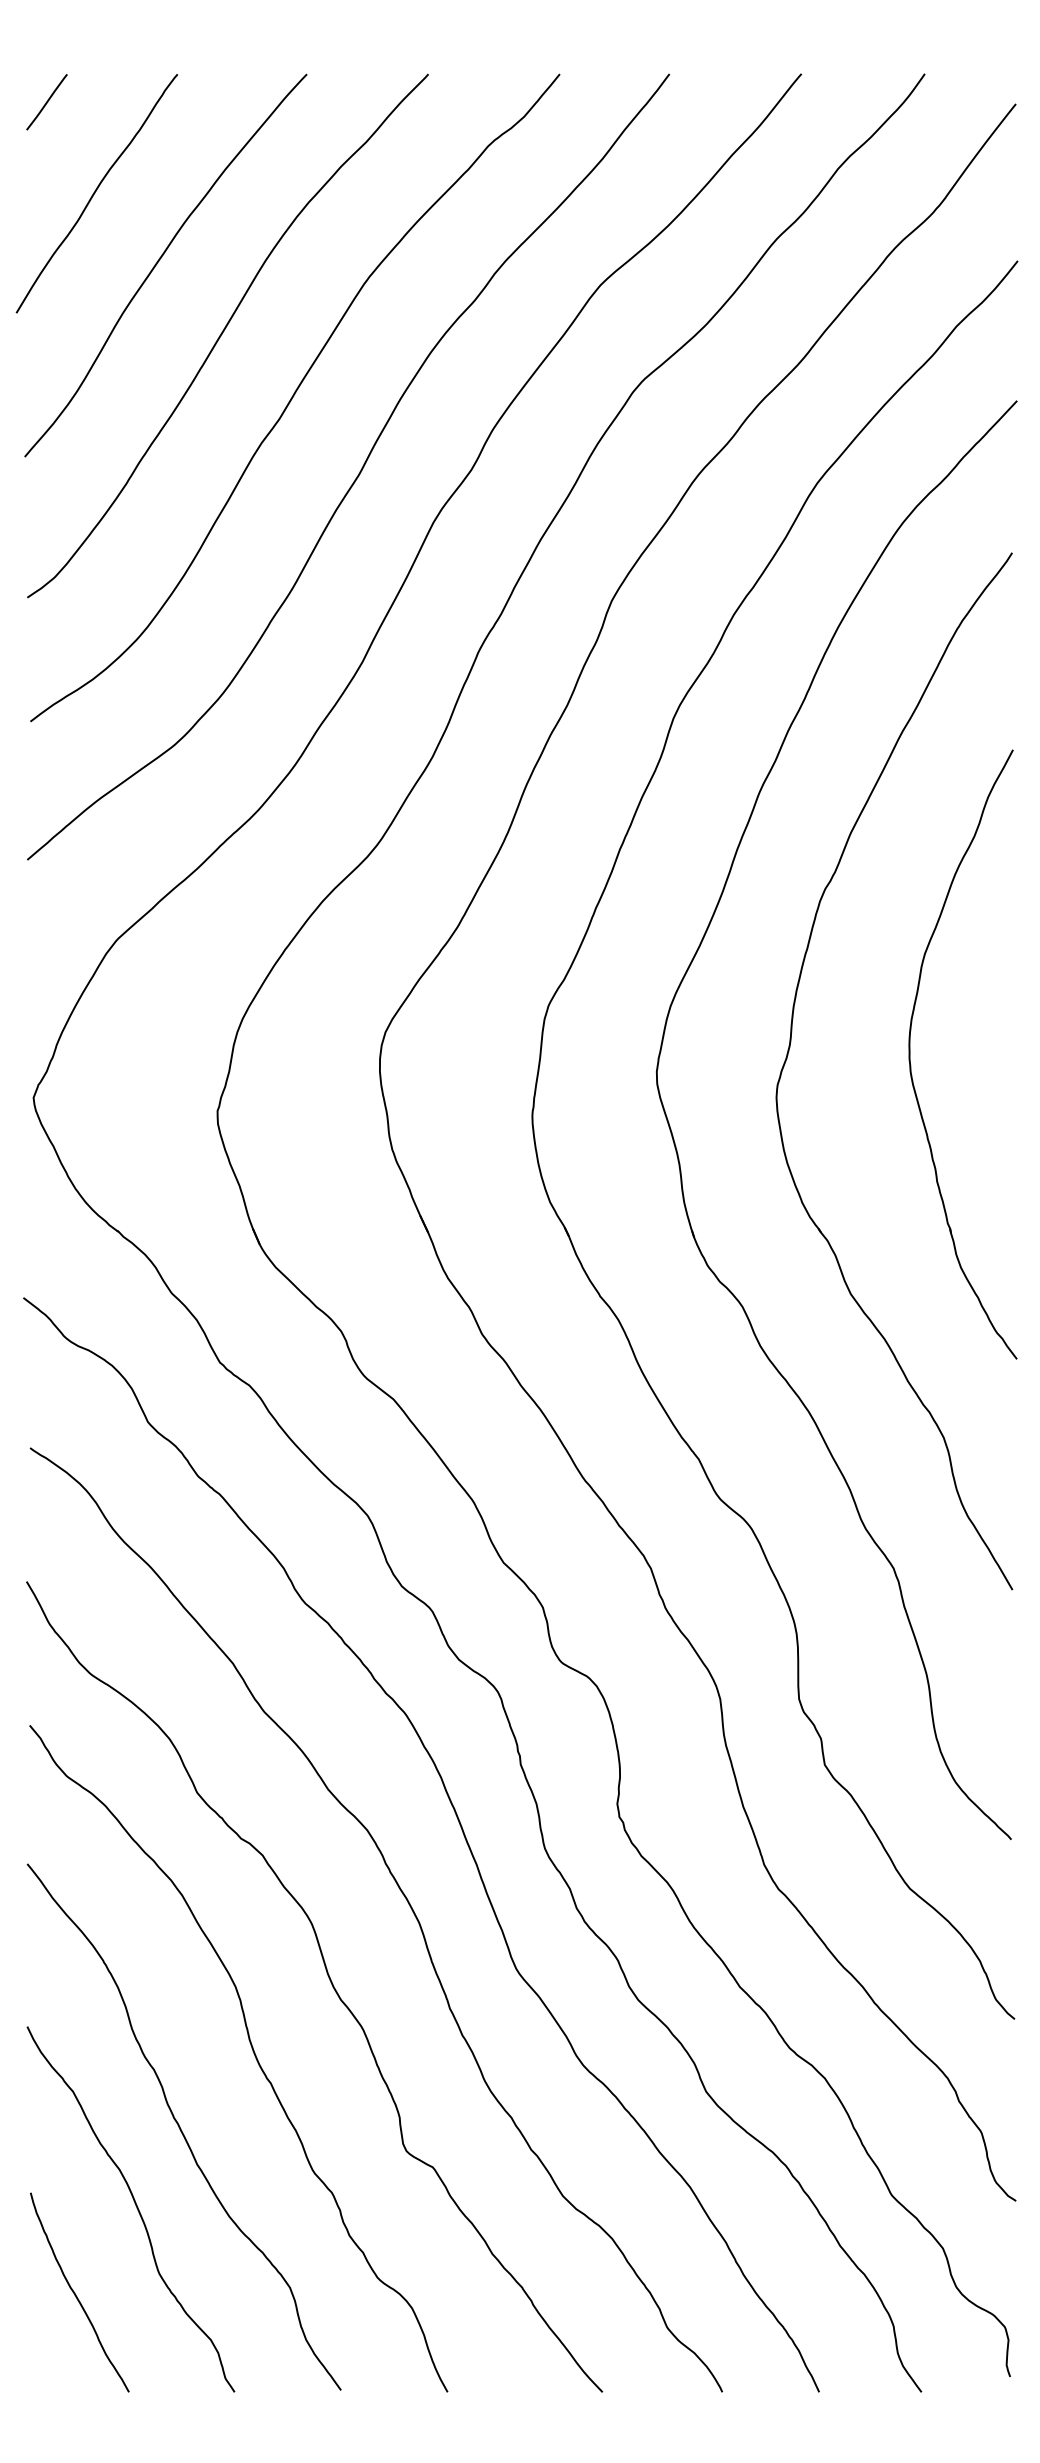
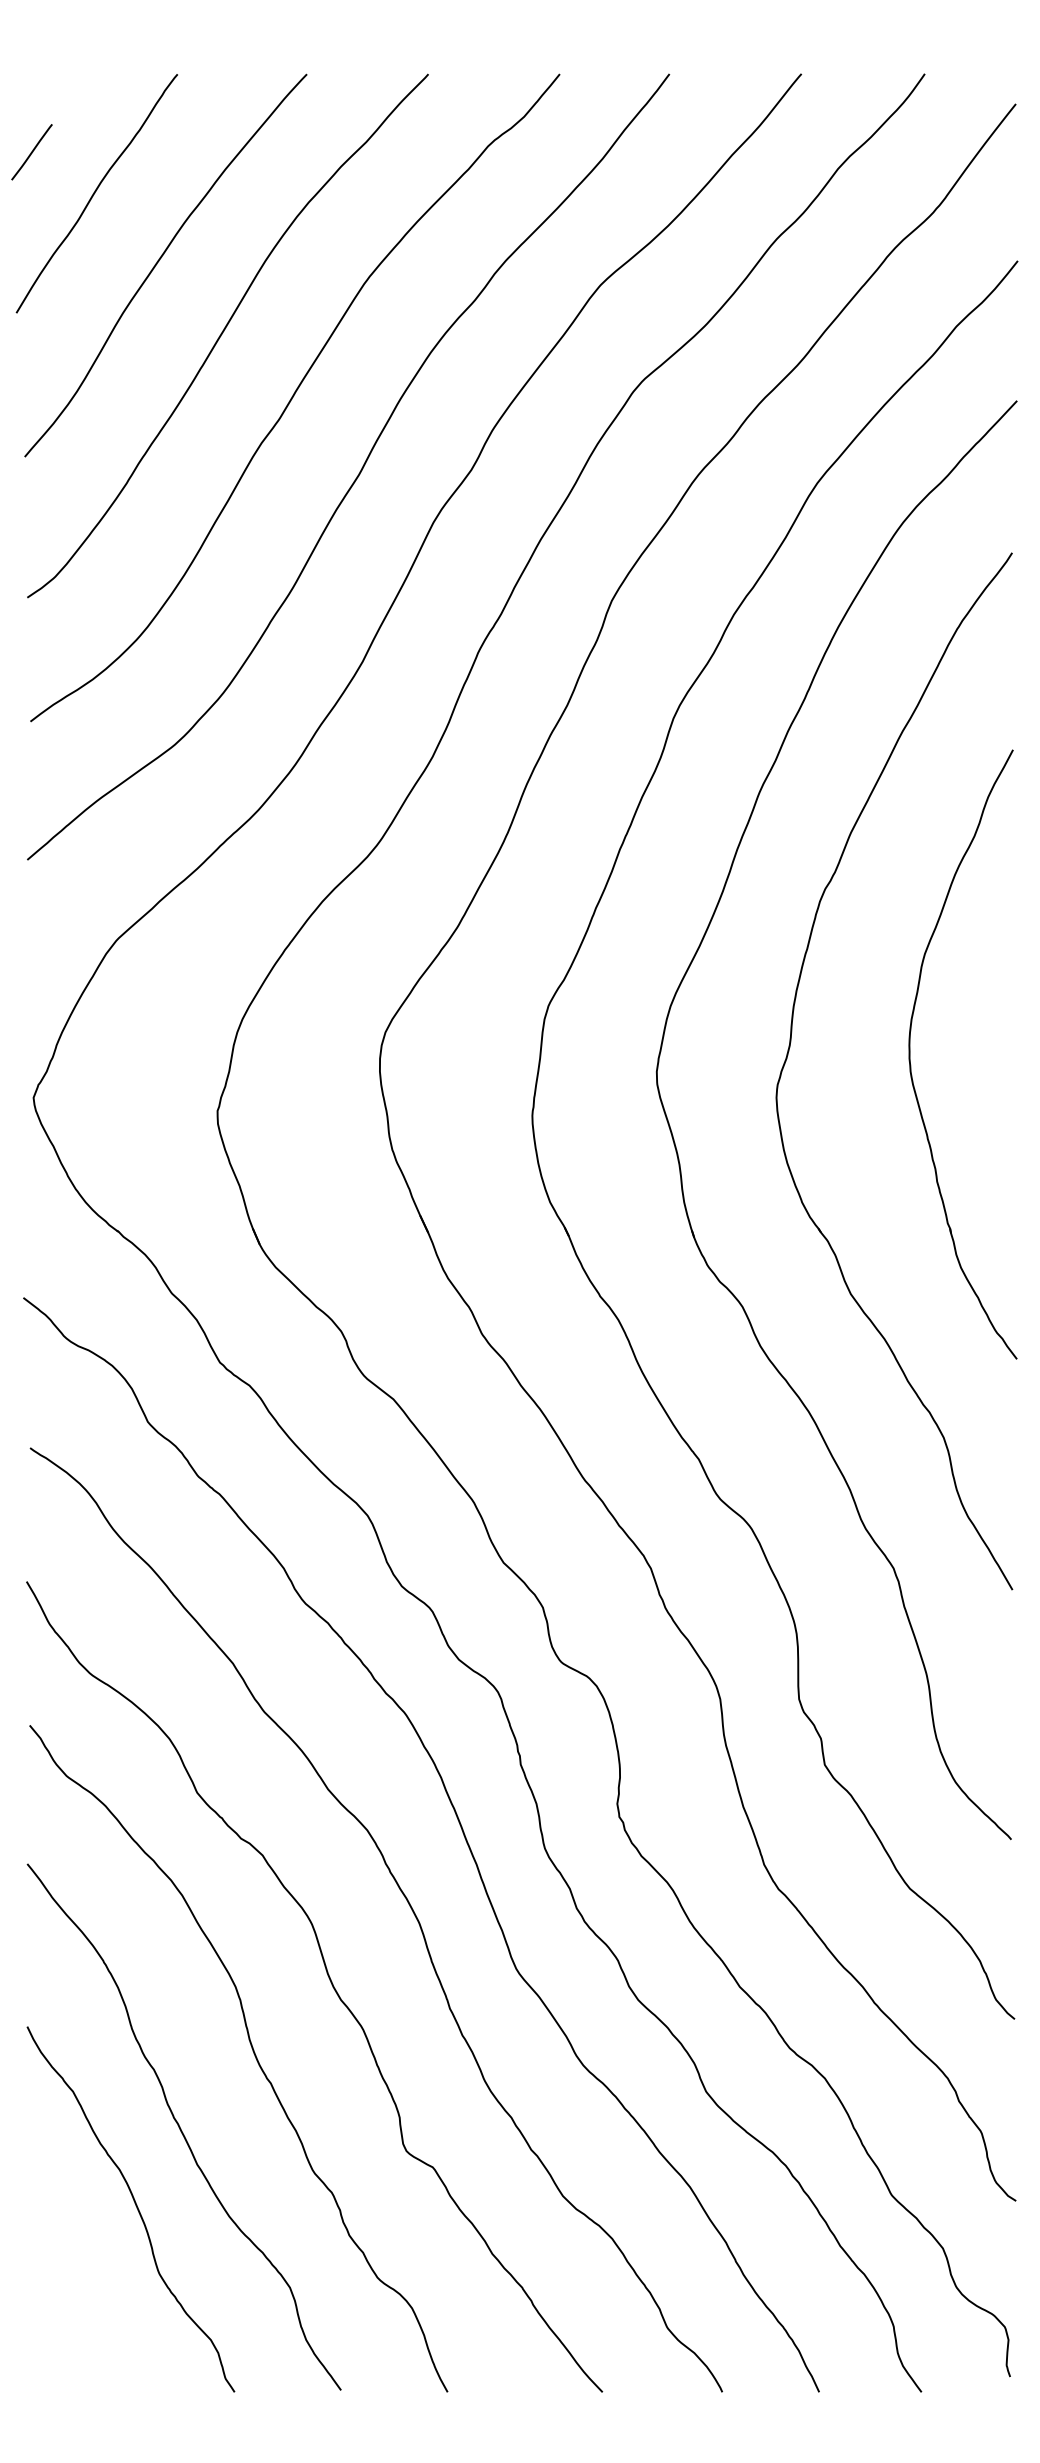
line at (46, 102) position: (46, 102) -> (31, 152)
curve at (76, 2294): present -> none
